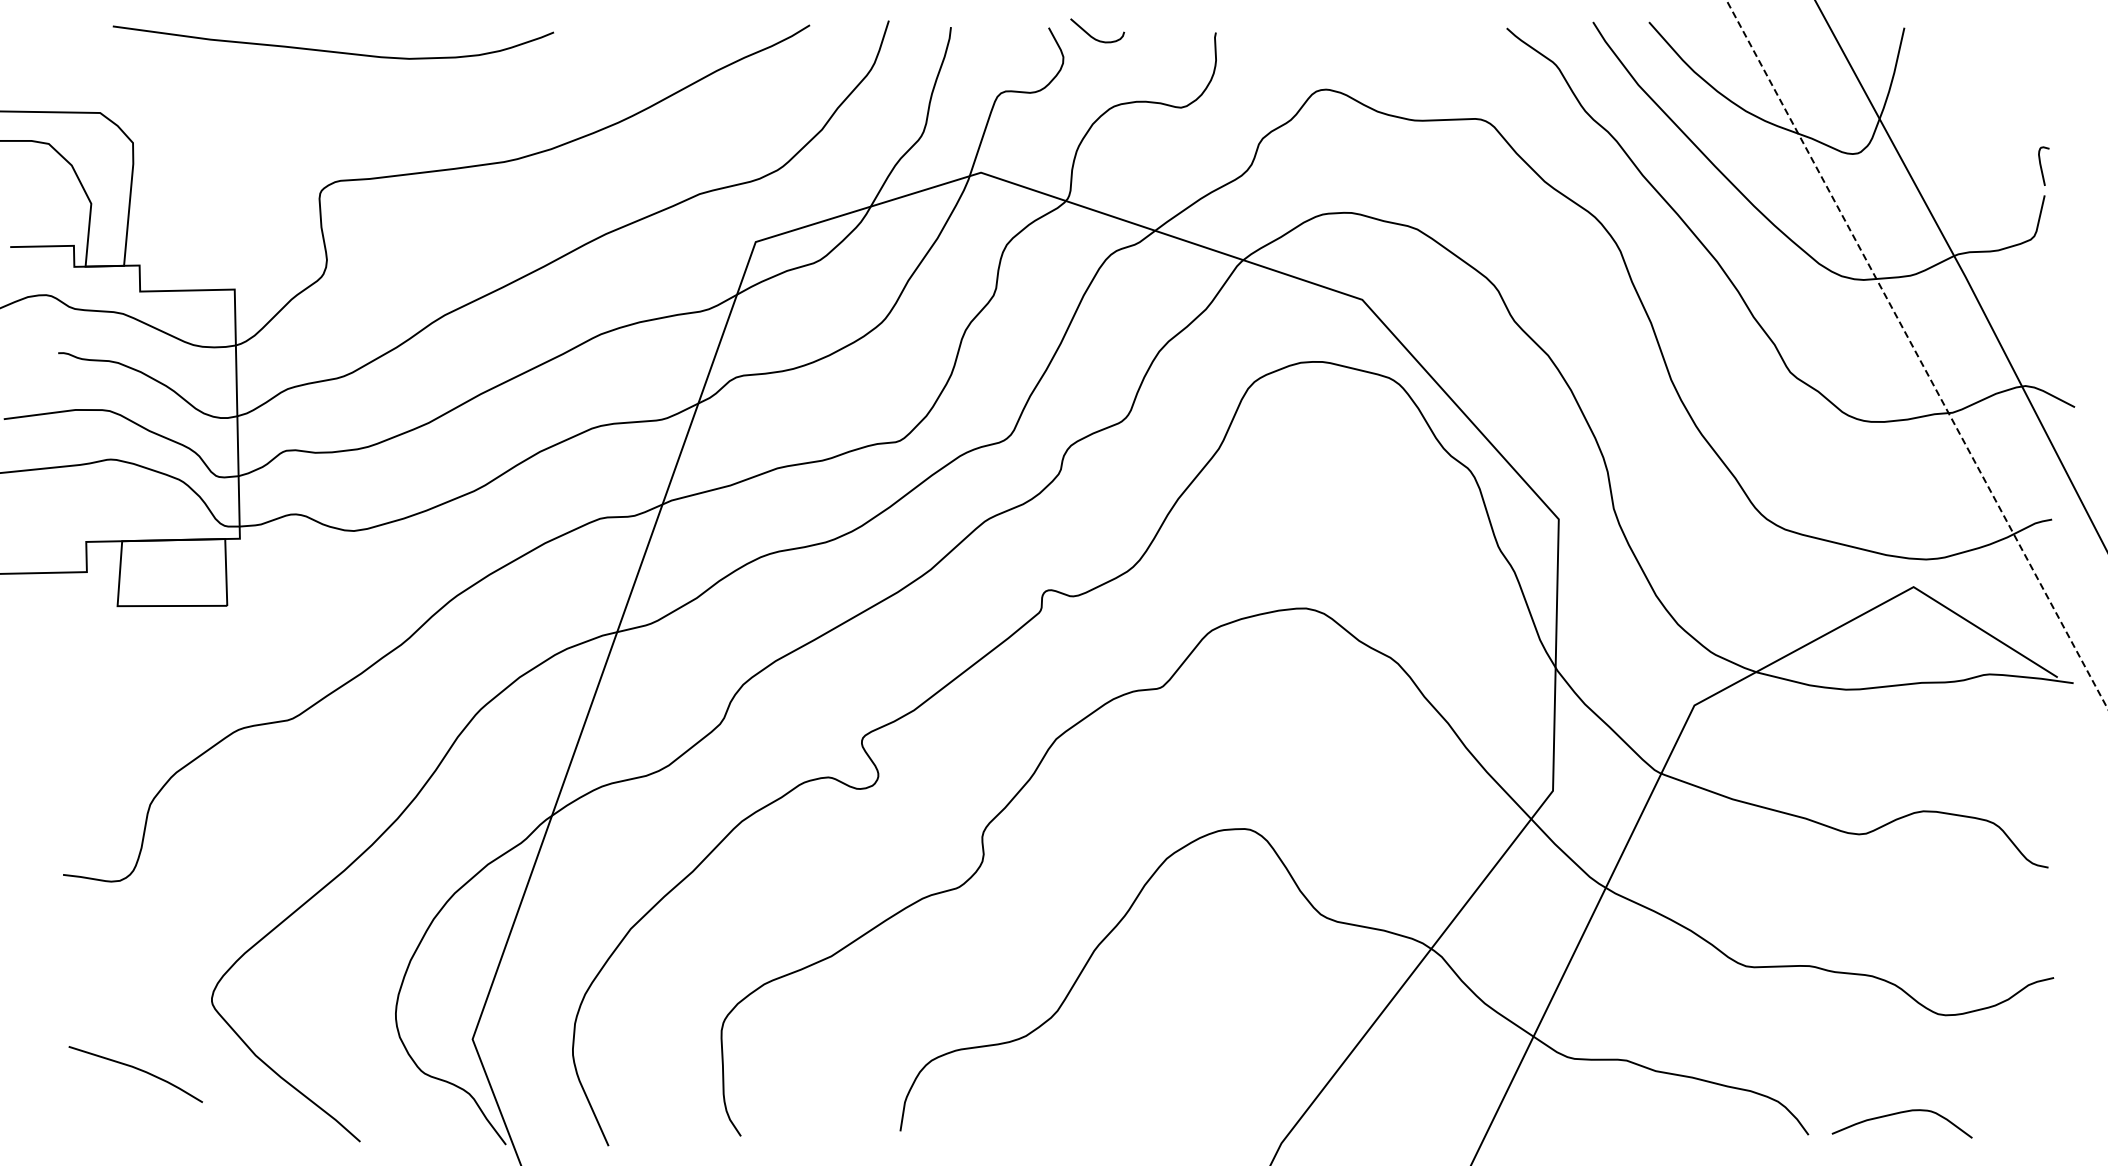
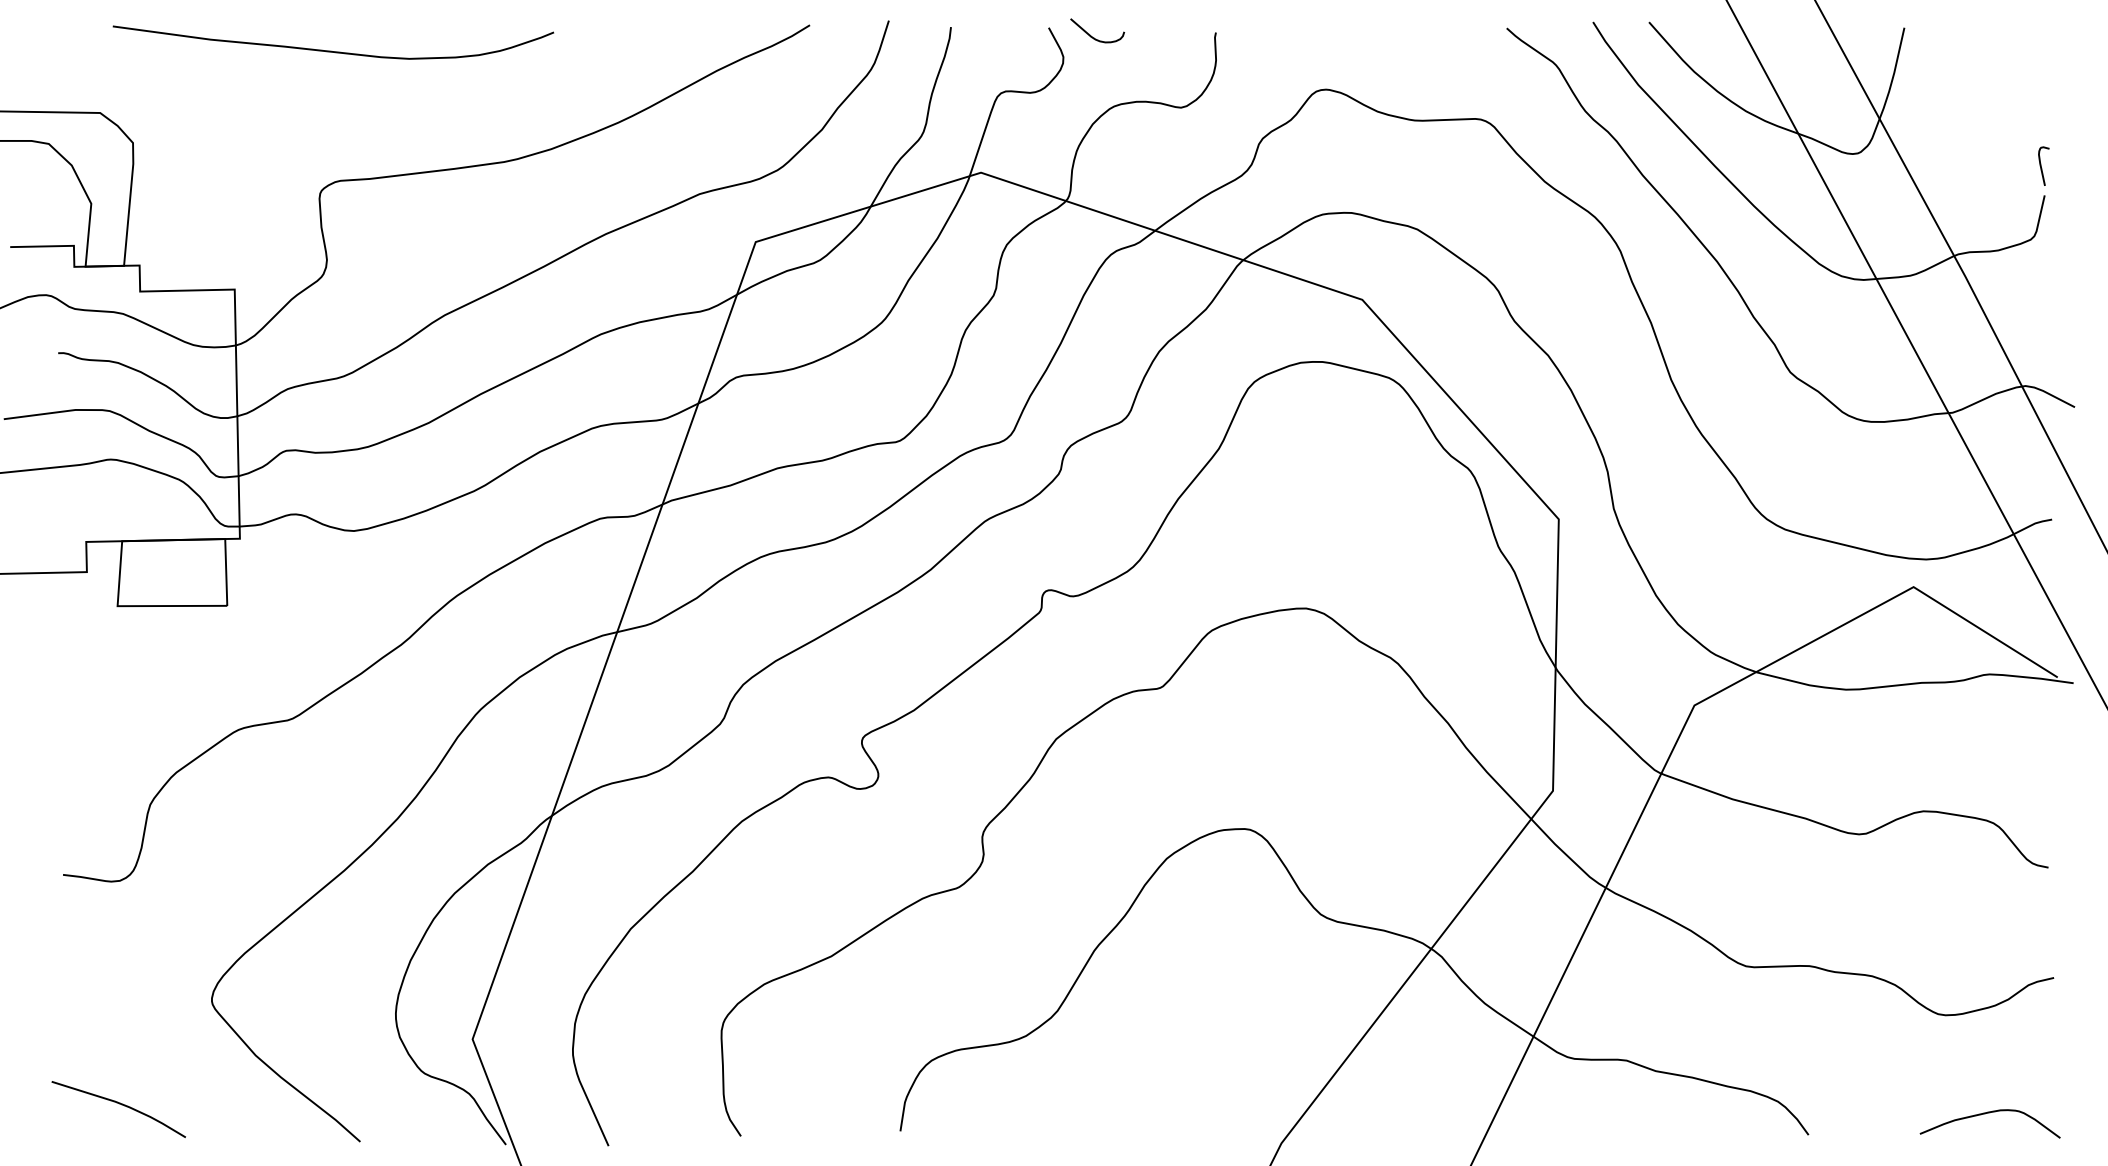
line at (1917, 354): dashed -> solid
curve at (138, 1070) position: (138, 1070) -> (121, 1105)
curve at (1897, 1114) position: (1897, 1114) -> (1985, 1114)
